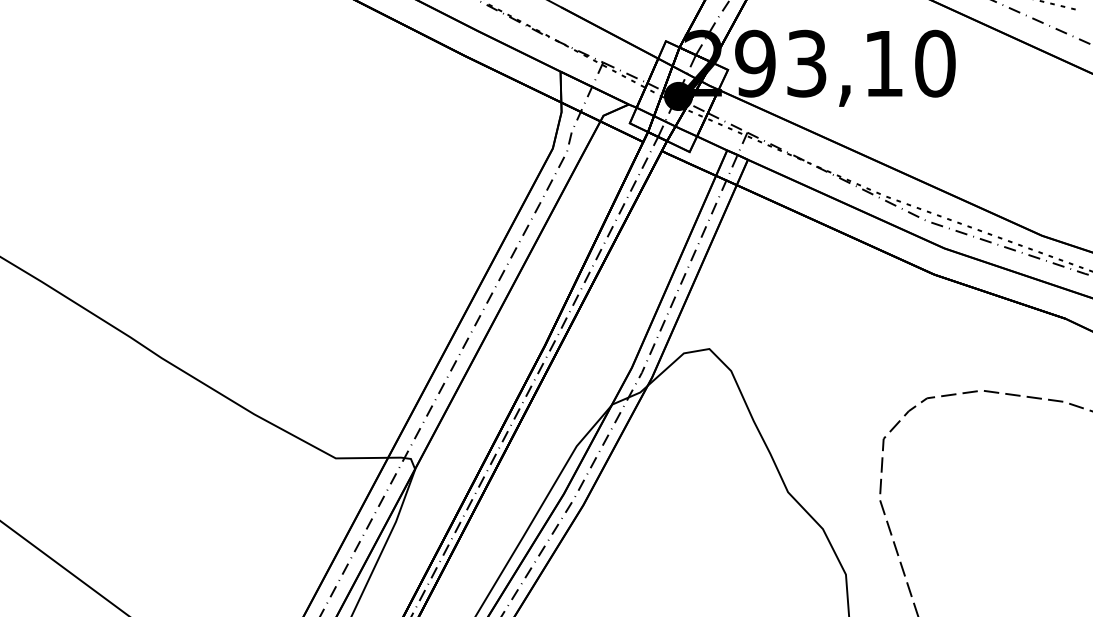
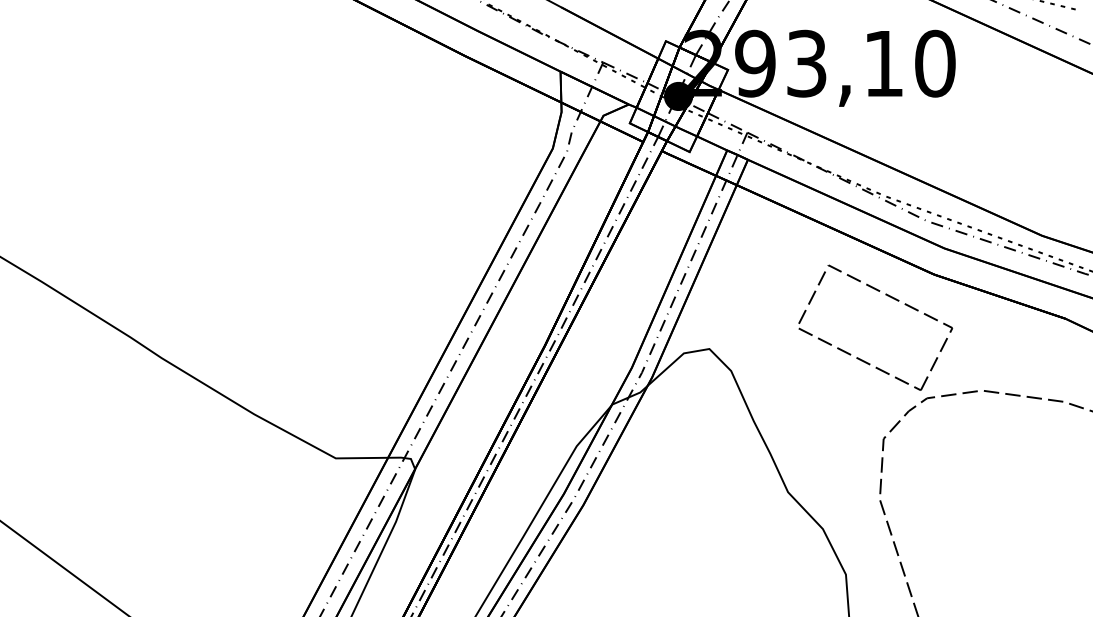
part at (889, 297): none -> present
